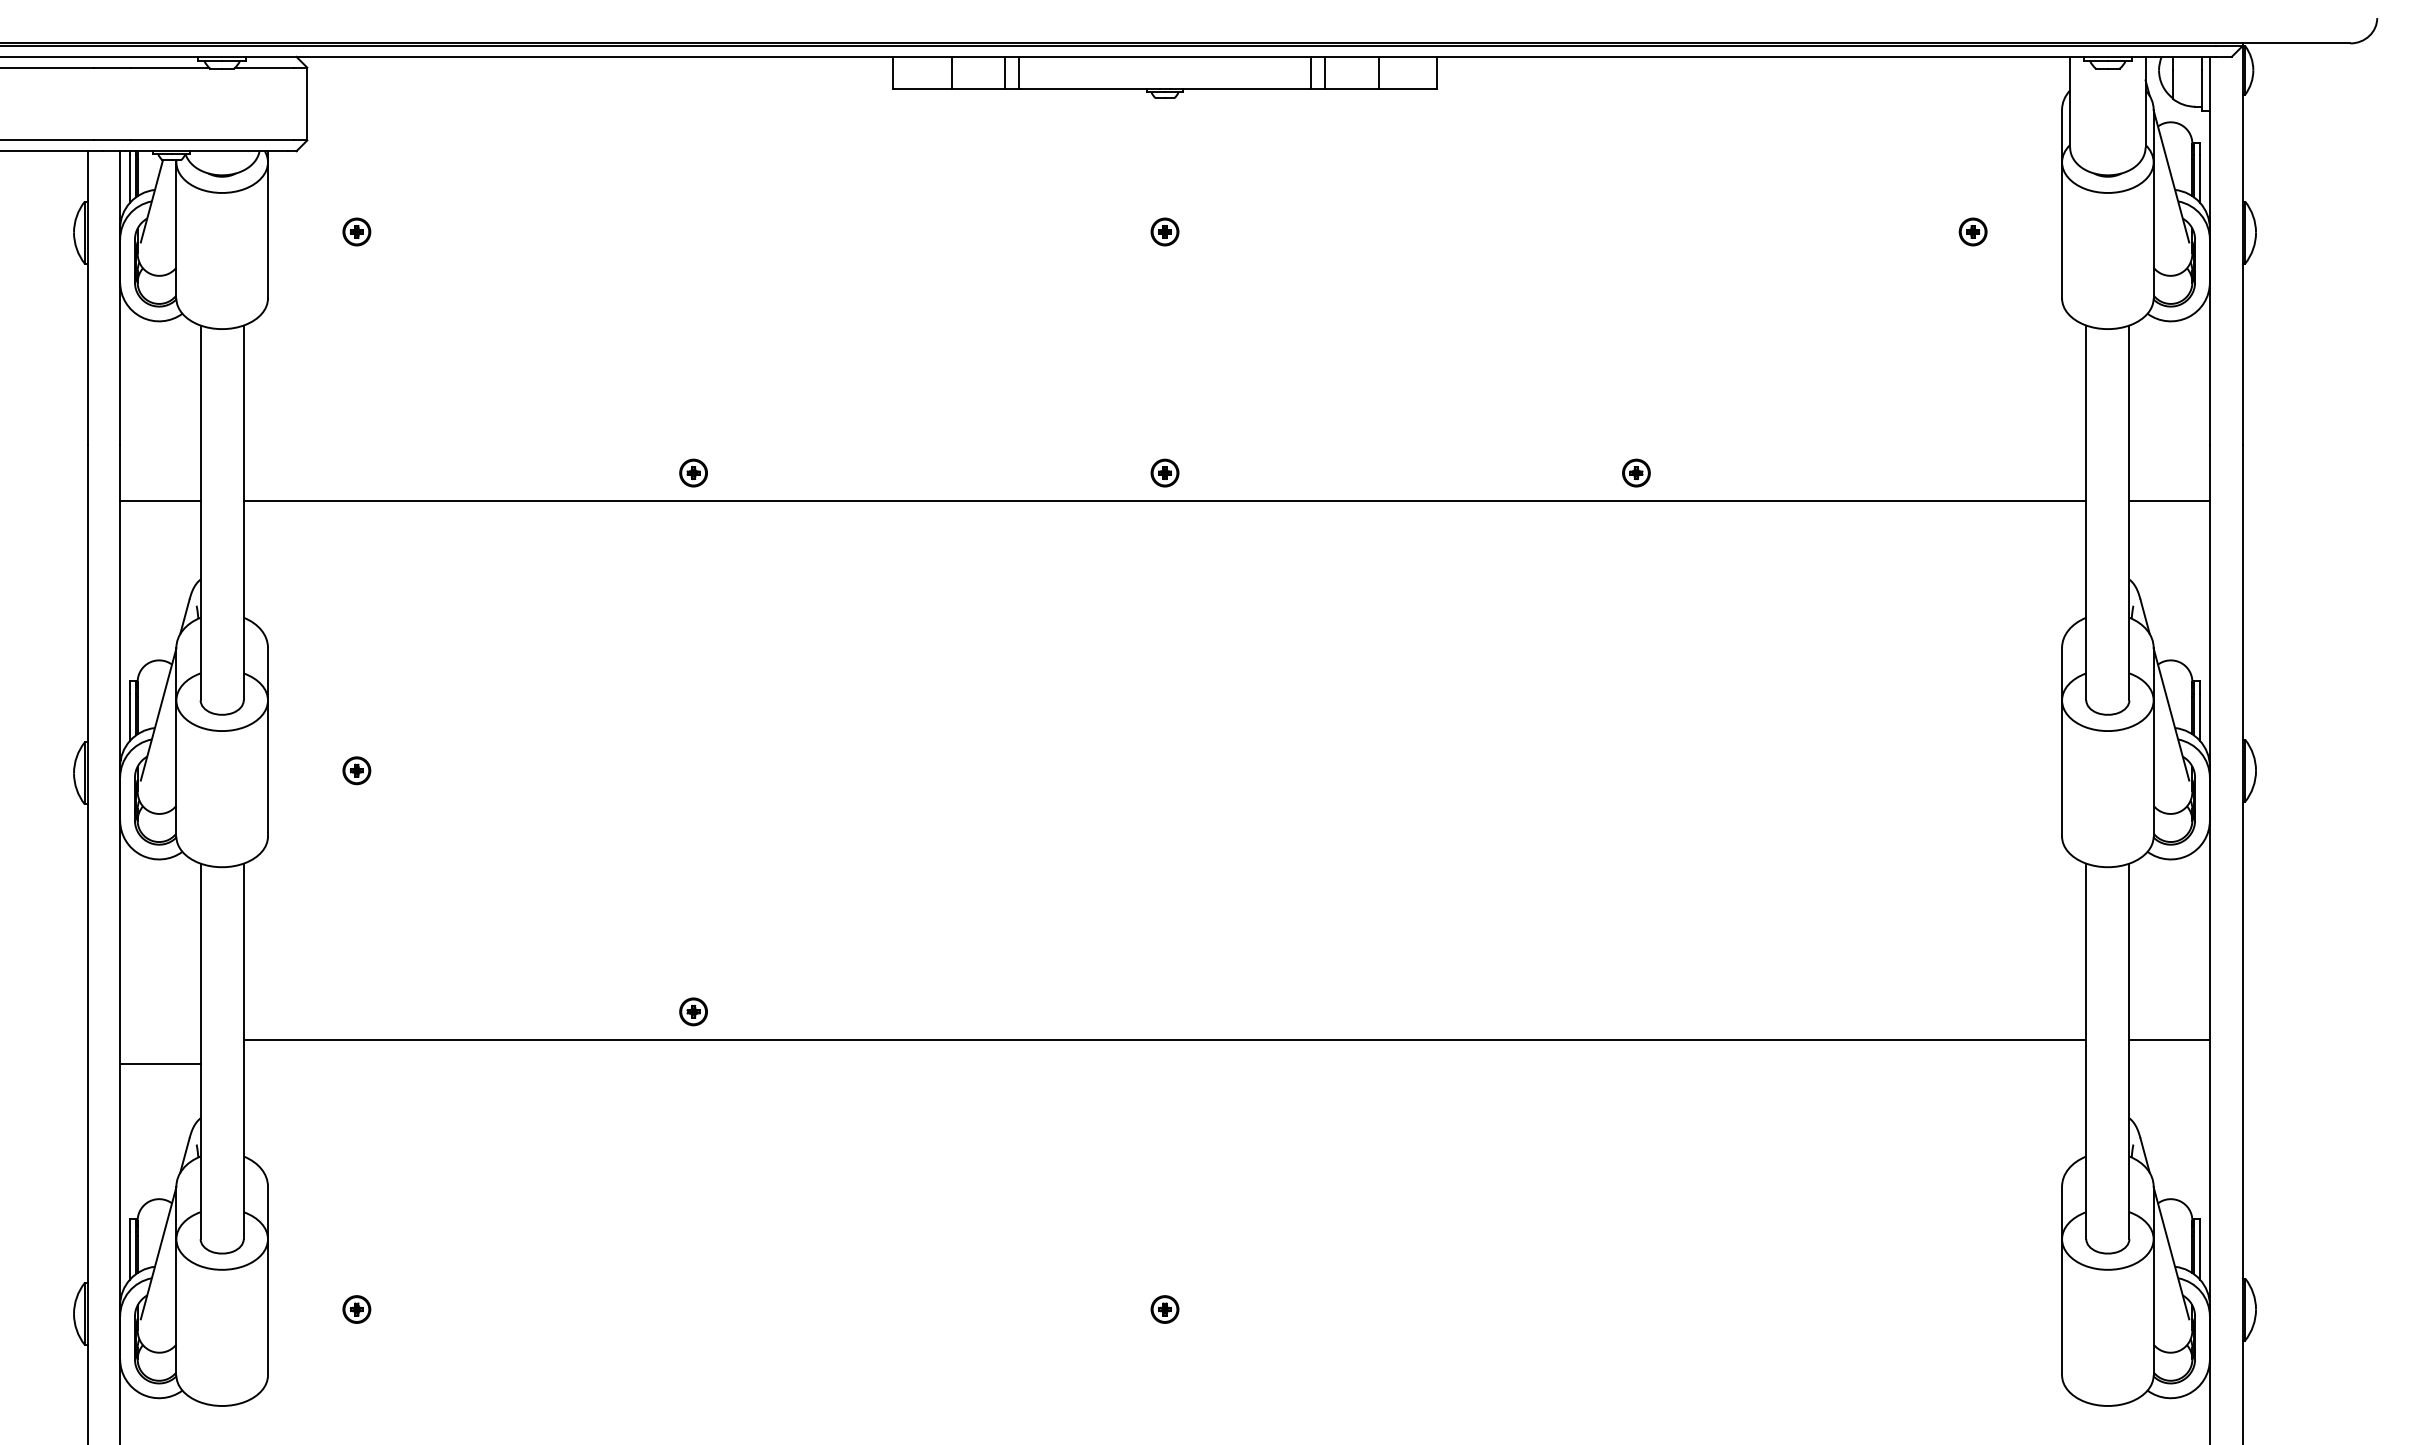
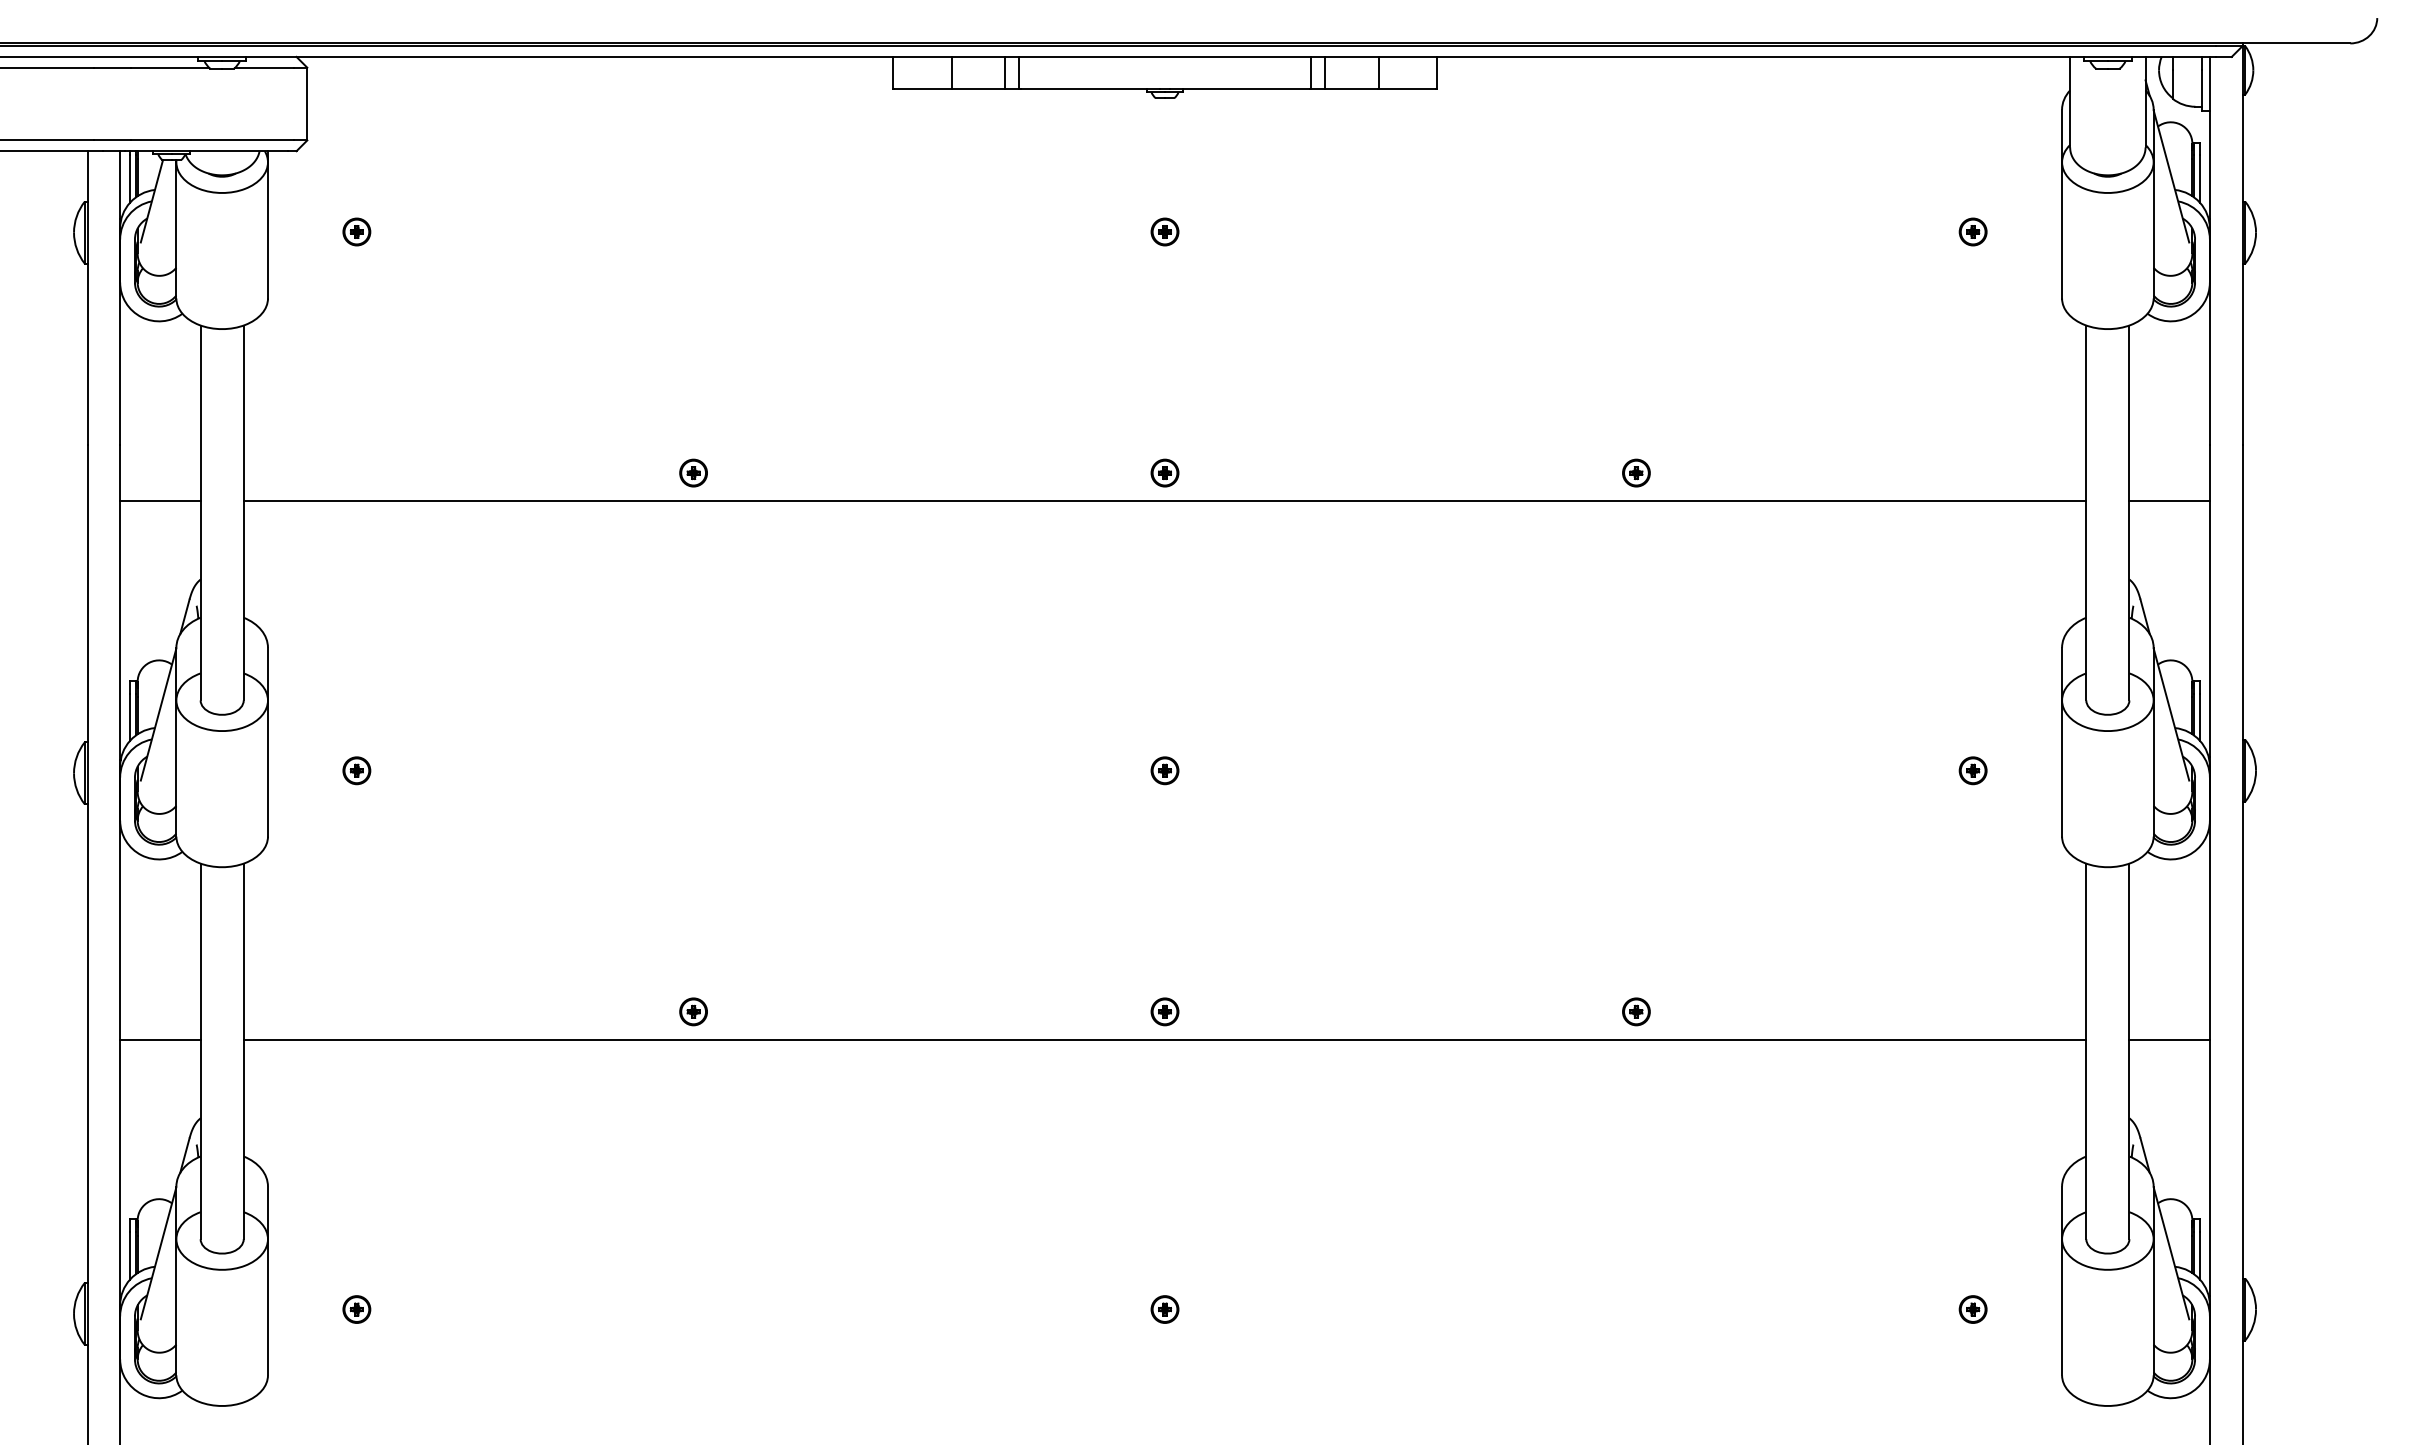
part at (1164, 770): none -> present
part at (1972, 770): none -> present
part at (1164, 1011): none -> present
part at (1636, 1011): none -> present
line at (159, 1064) position: (159, 1064) -> (159, 1040)
part at (1972, 1309): none -> present
